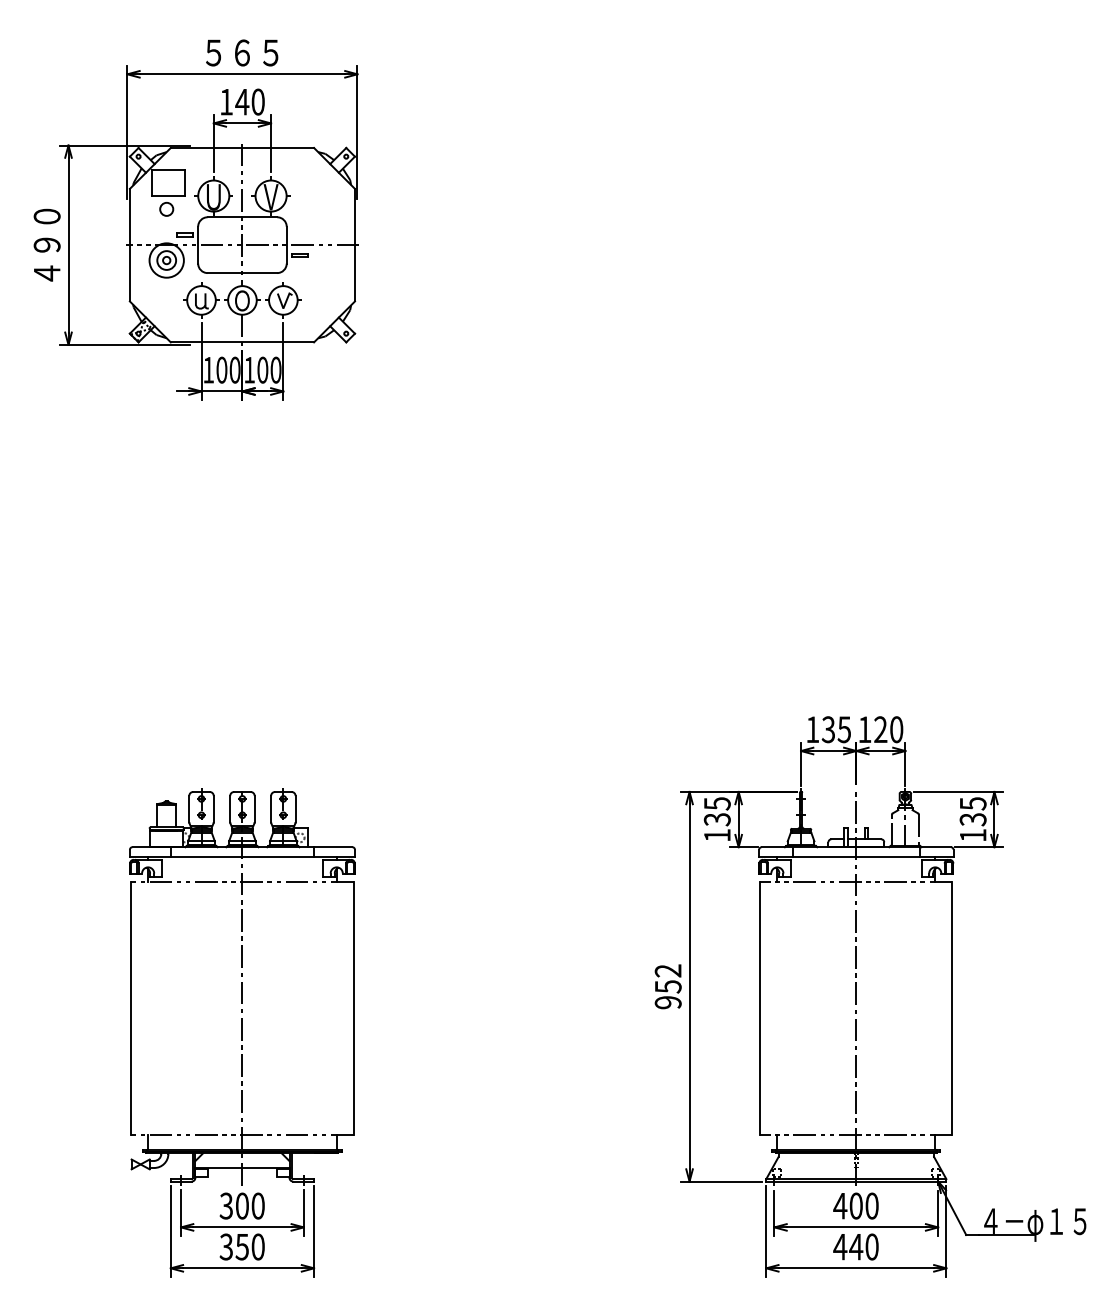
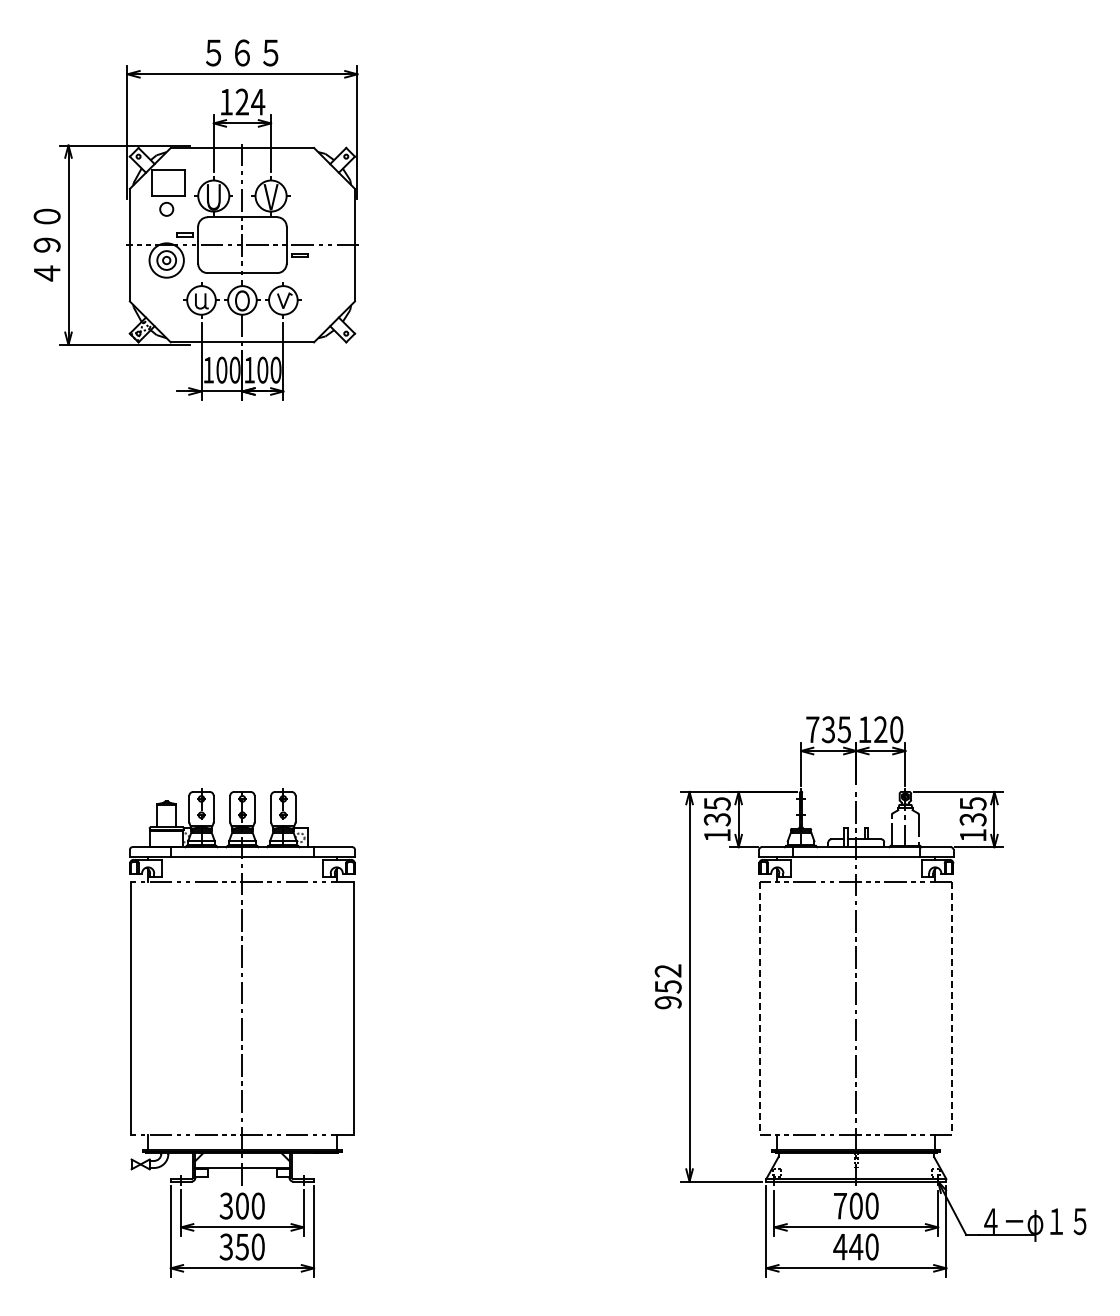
text at (250, 101): 140 -> 124
text at (812, 729): 135 -> 735
line at (760, 1008): solid -> dashed
line at (952, 1008): solid -> dashed
text at (840, 1206): 400 -> 700
